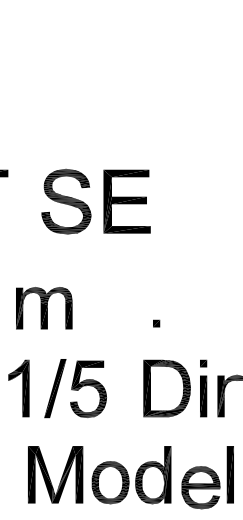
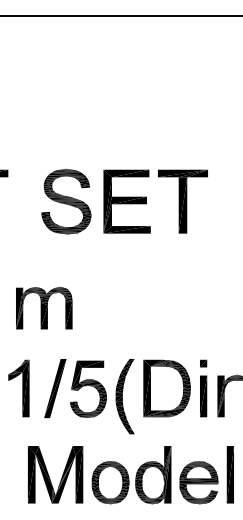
line at (120, 15): none -> present
part at (182, 201): none -> present
part at (156, 323): present -> none
part at (124, 396): none -> present
part at (200, 487) position: (200, 487) -> (198, 482)
